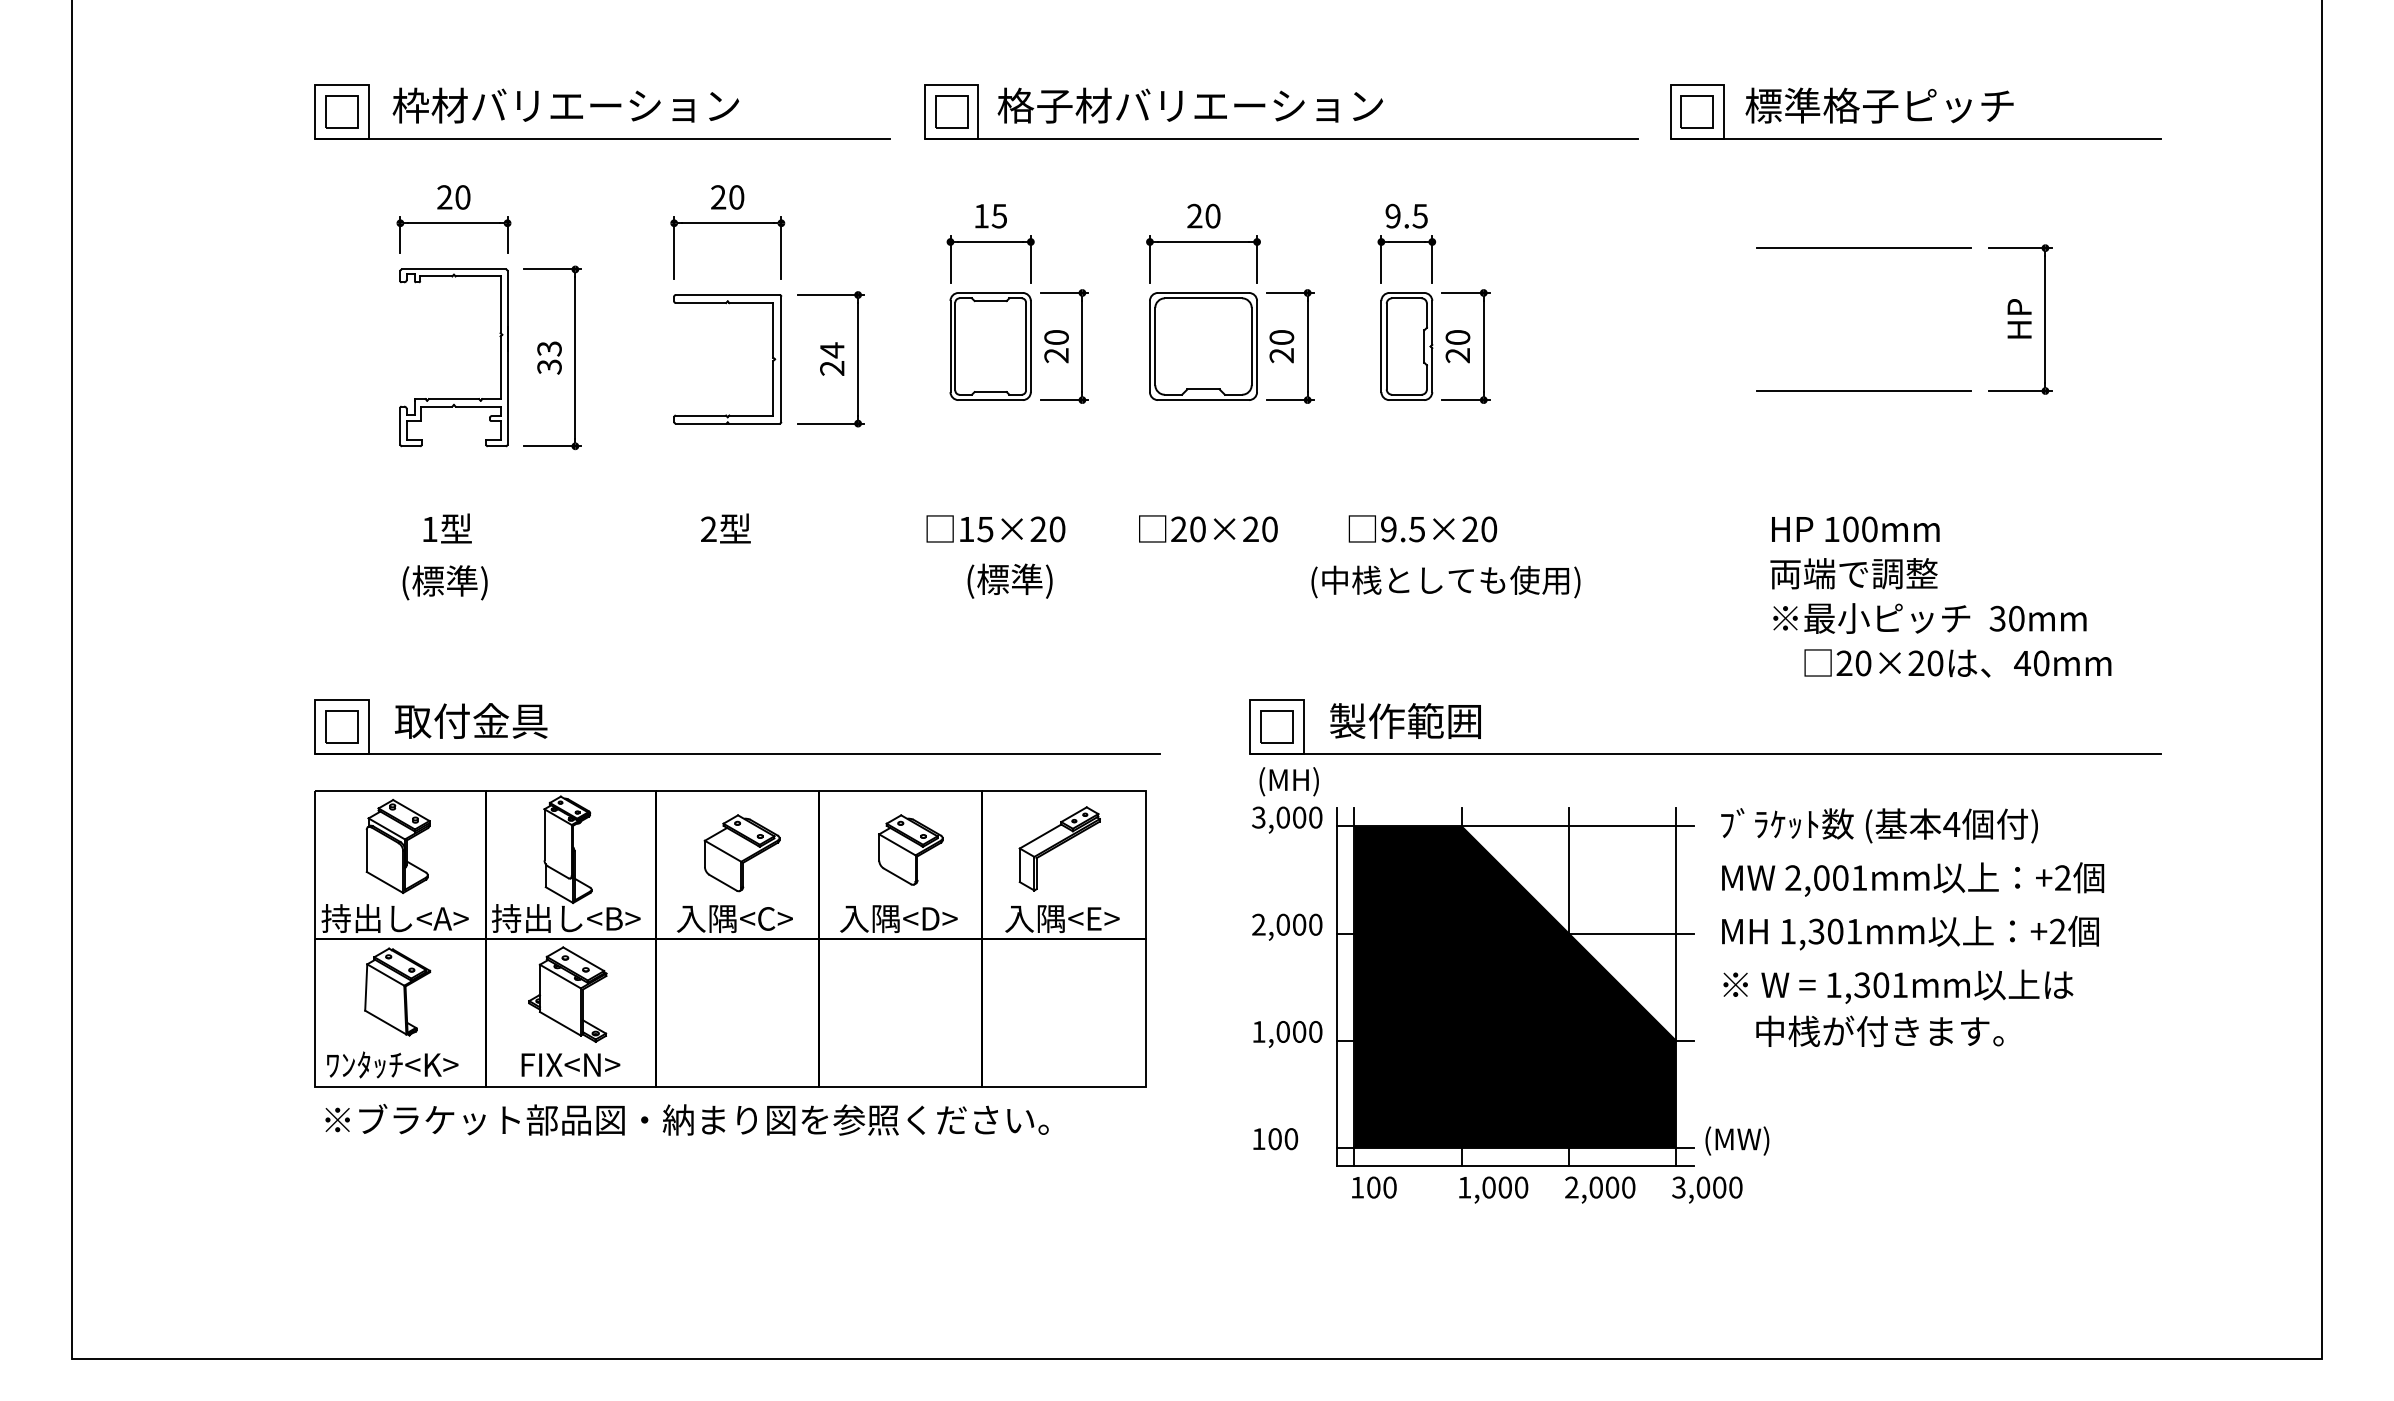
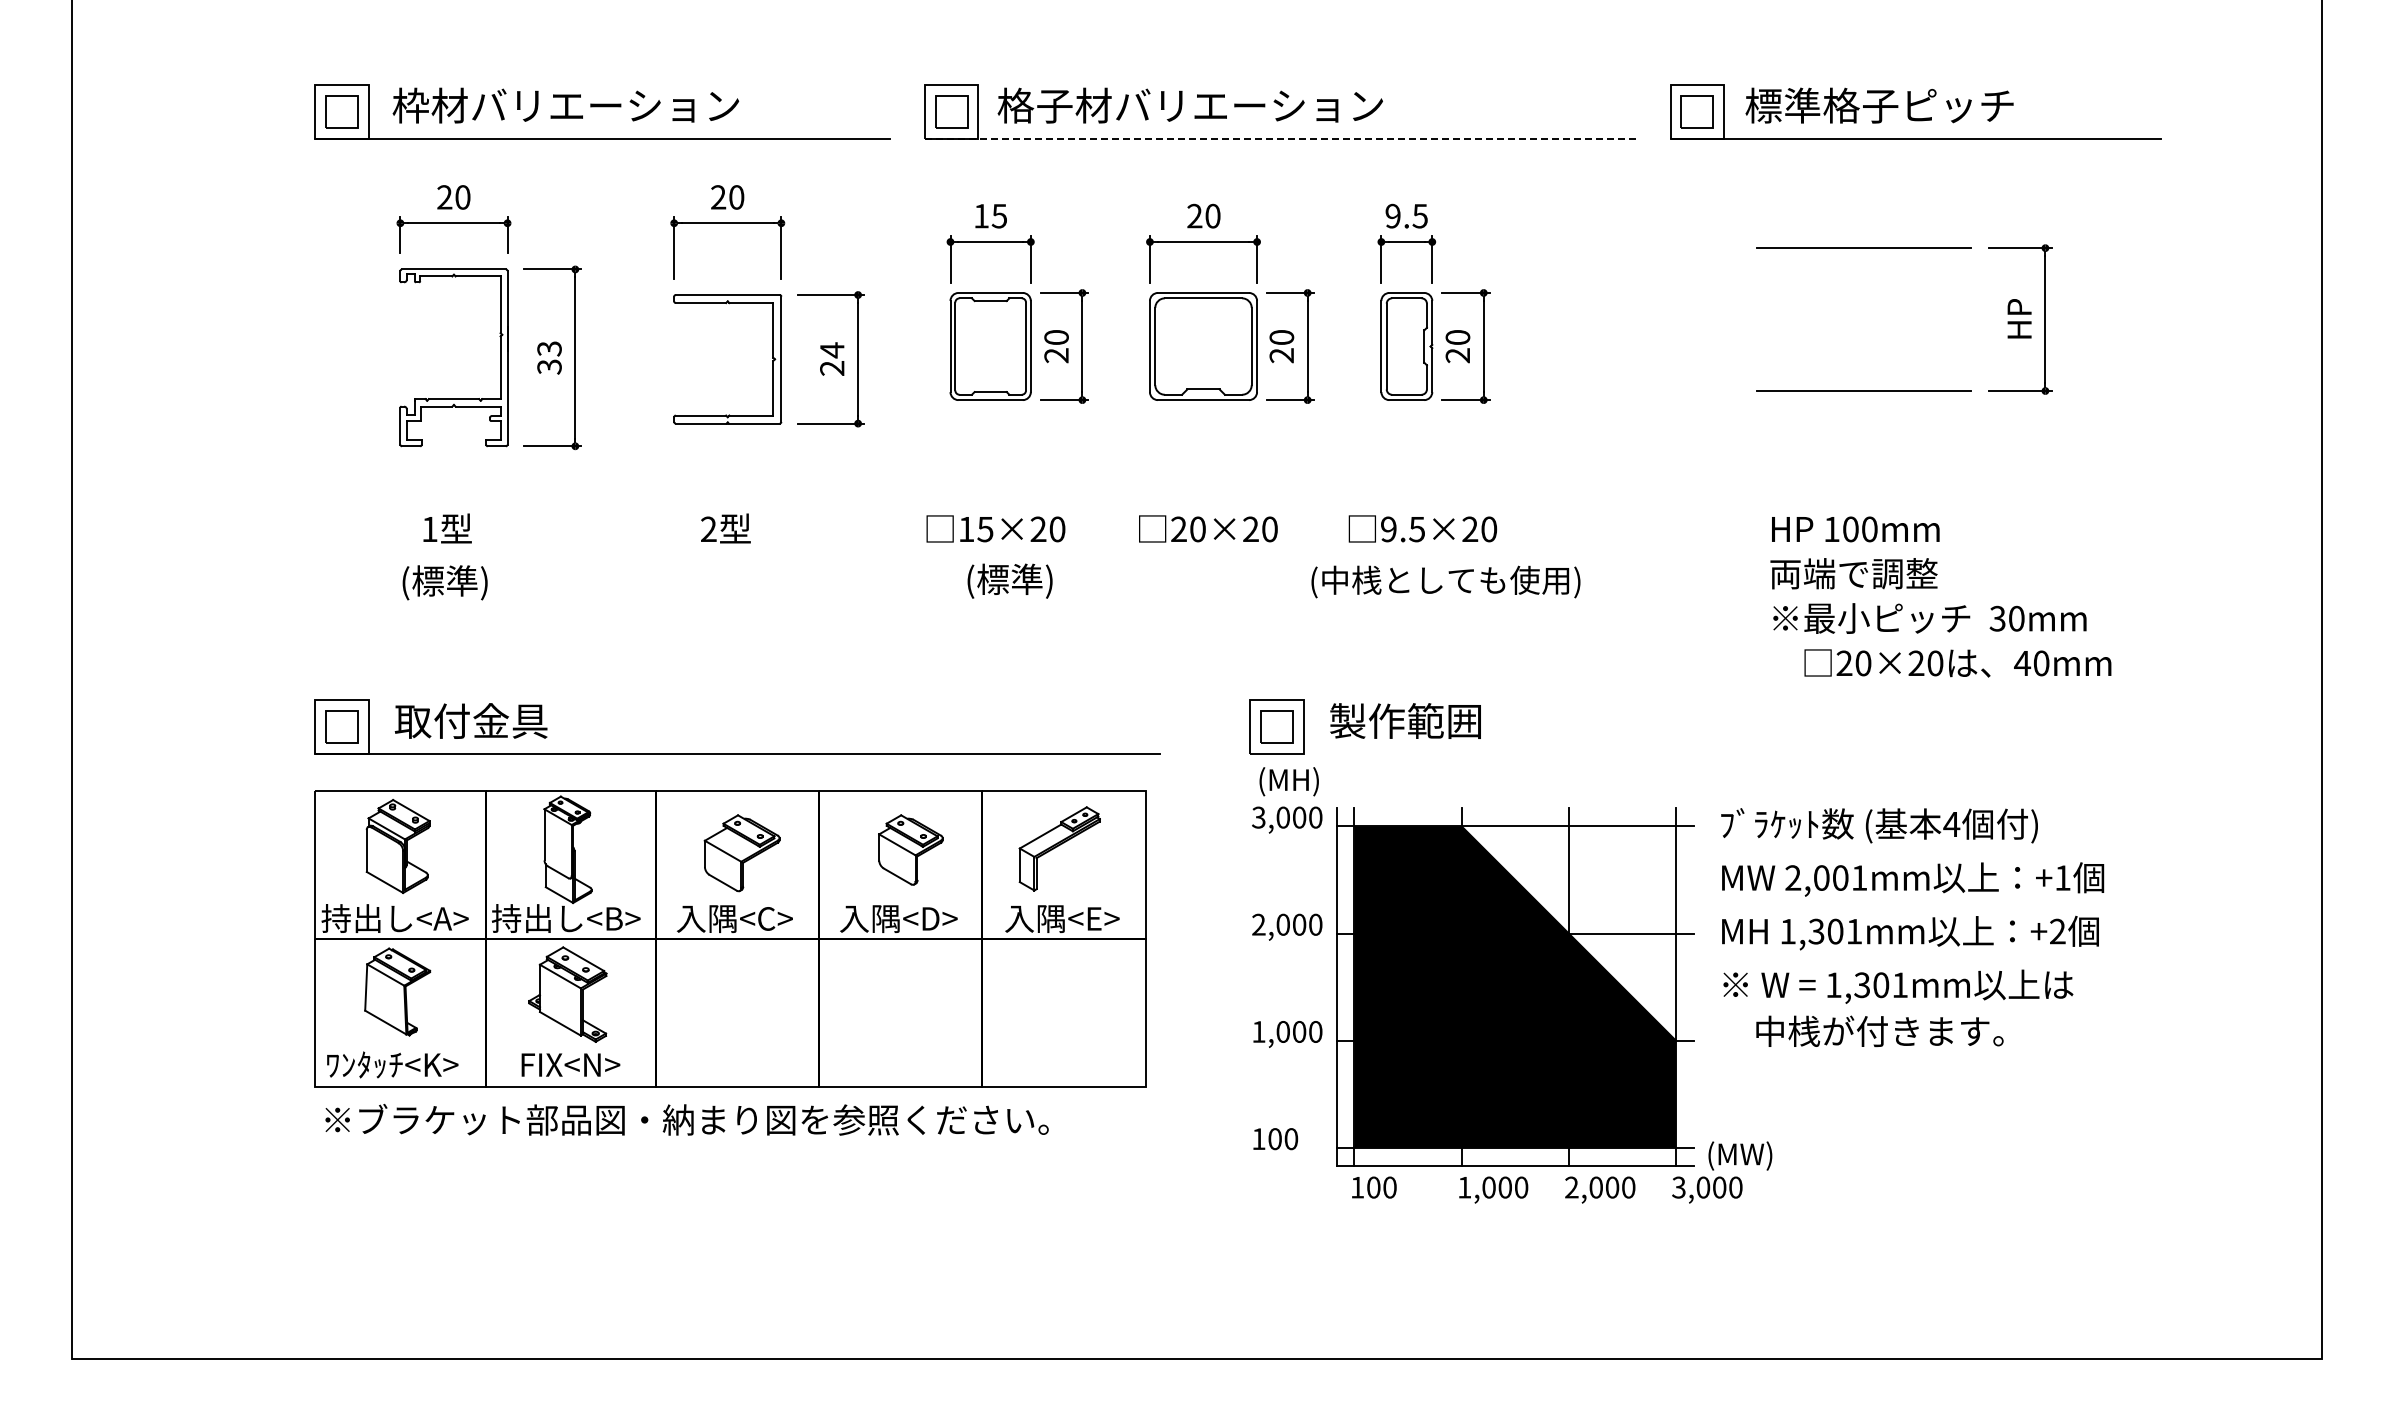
line at (1281, 138): solid -> dashed
line at (1705, 753): present -> none
text at (2062, 877): +2 -> +1
text at (1737, 1140) position: (1737, 1140) -> (1740, 1155)
